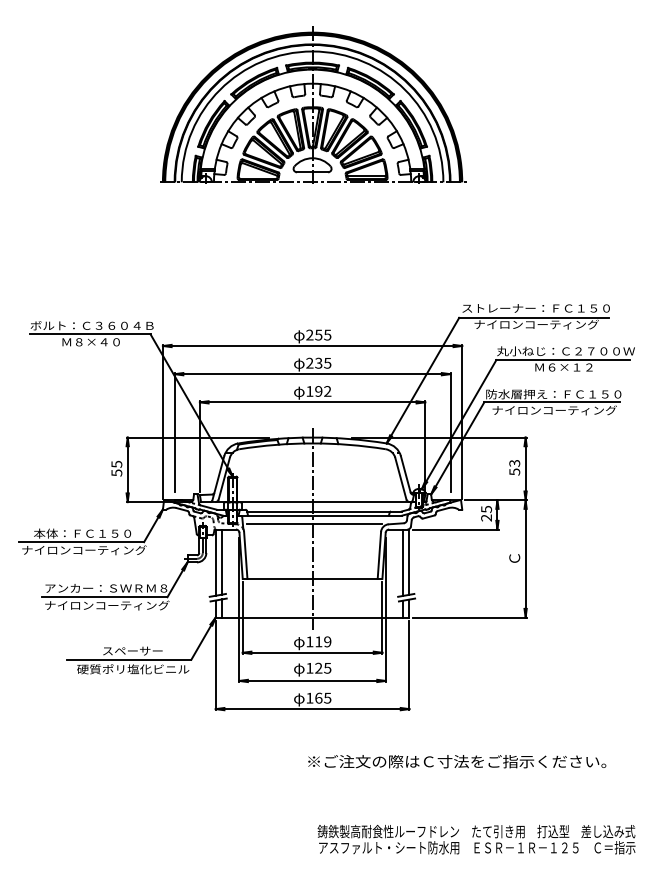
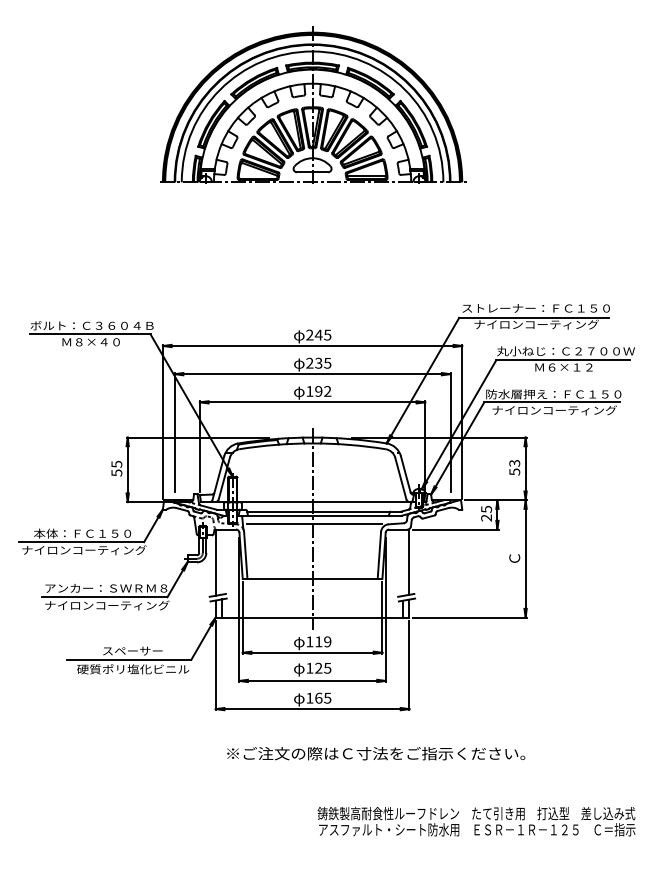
text at (318, 334): 255 -> 245
line at (222, 561): present -> none
line at (402, 562): present -> none
text at (457, 761) position: (457, 761) -> (376, 753)
text at (476, 839) position: (476, 839) -> (476, 821)
